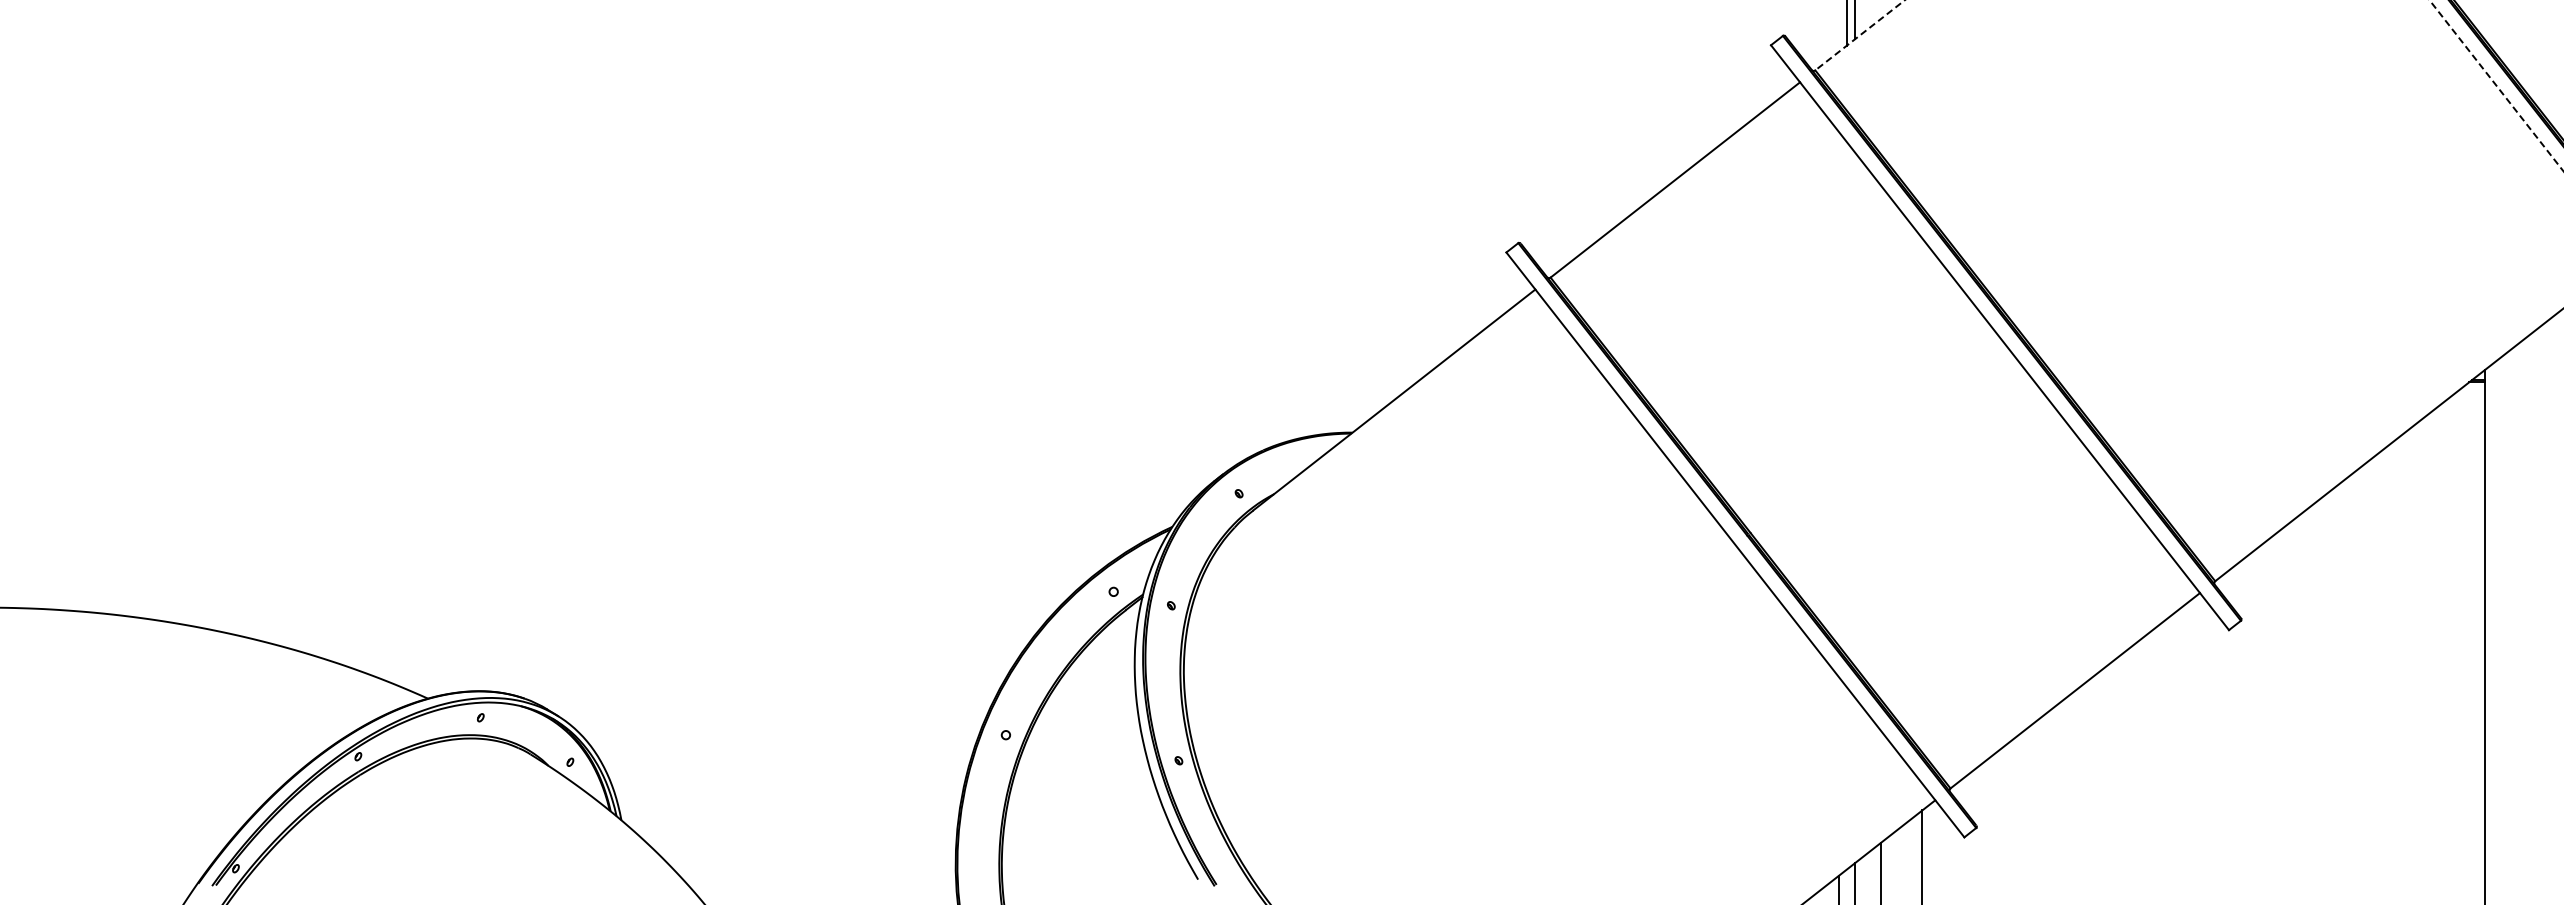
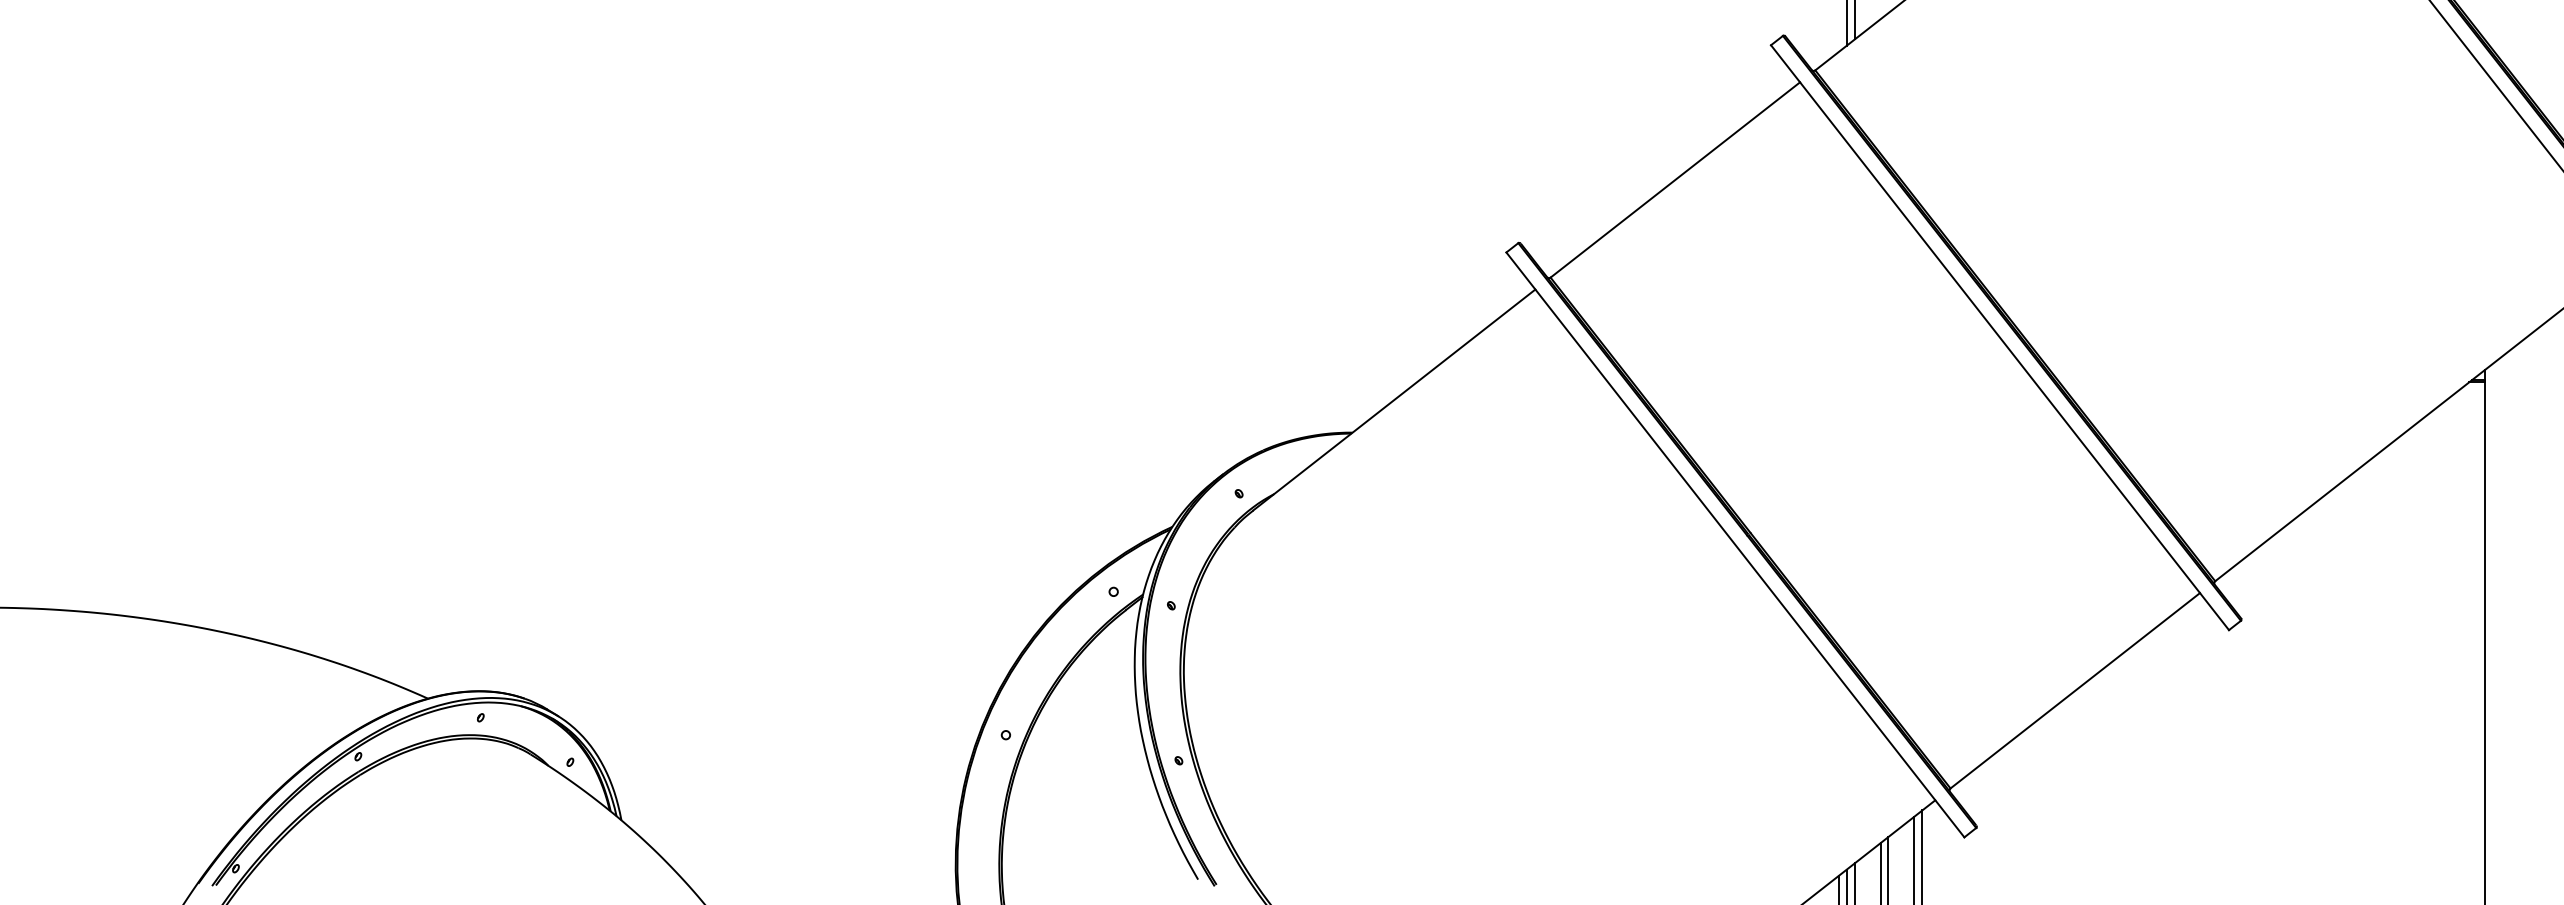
line at (1860, 35): dashed -> solid
line at (2496, 86): dashed -> solid
line at (1913, 859): none -> present
line at (1887, 869): none -> present
line at (1846, 885): none -> present
